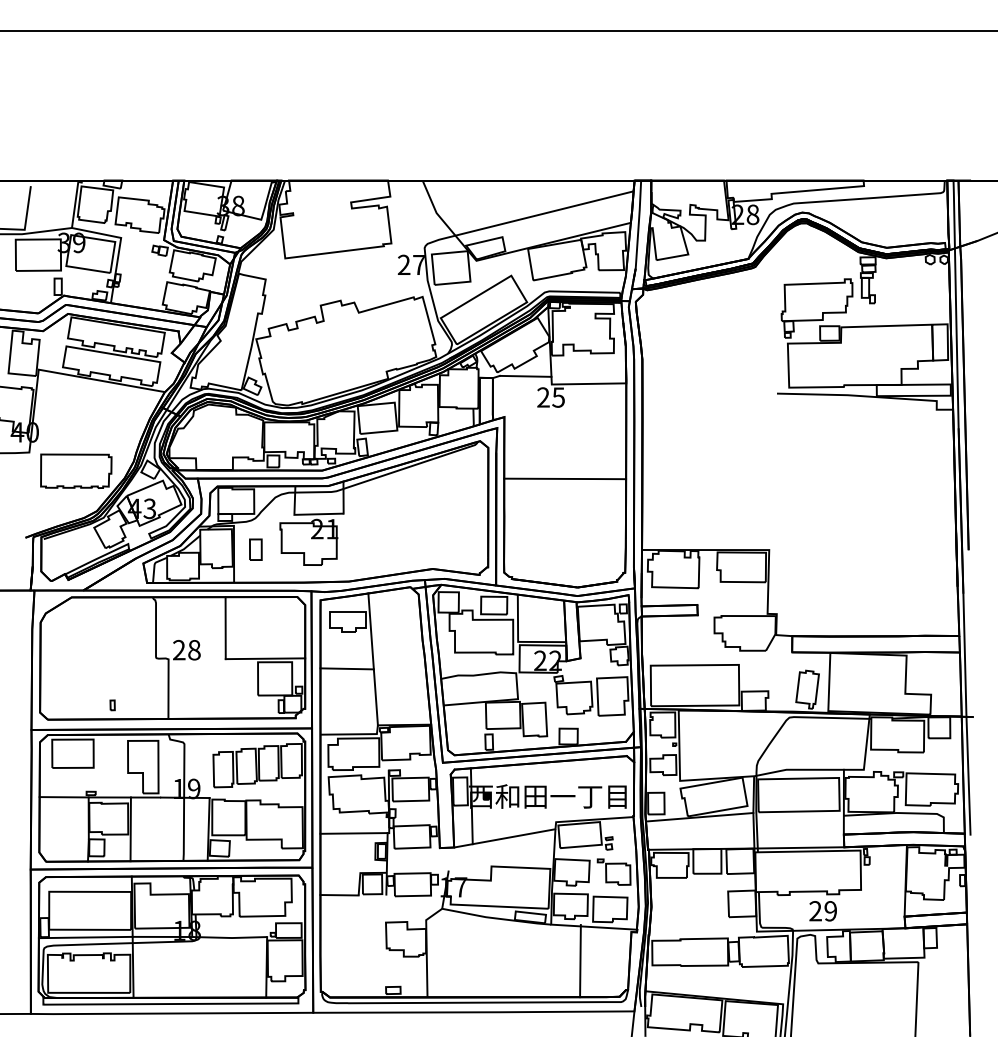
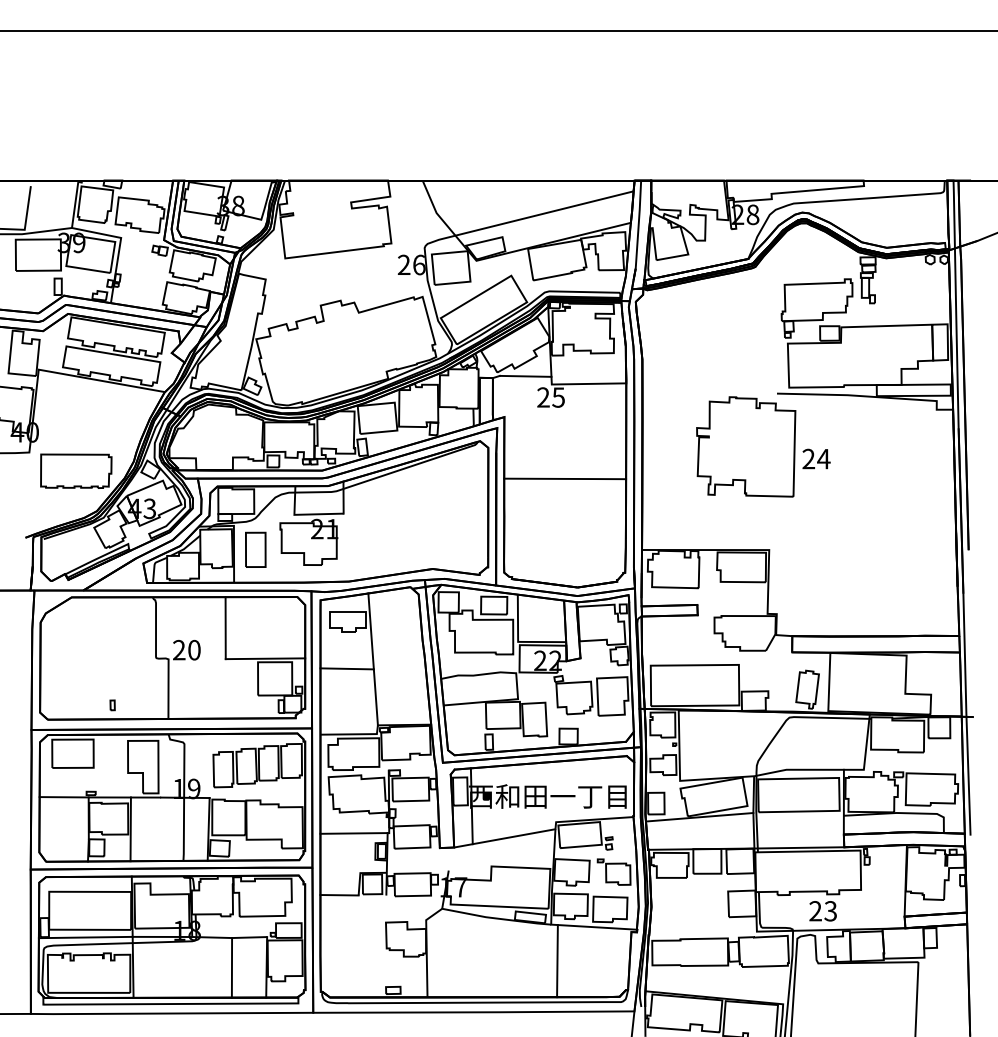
text at (419, 264): 27 -> 26
part at (763, 446): none -> present
part at (255, 549) size: 14x23 px -> 22x37 px
text at (194, 650): 28 -> 20
text at (830, 911): 29 -> 23
line at (580, 961) position: (580, 961) -> (557, 961)
line at (231, 967): none -> present
